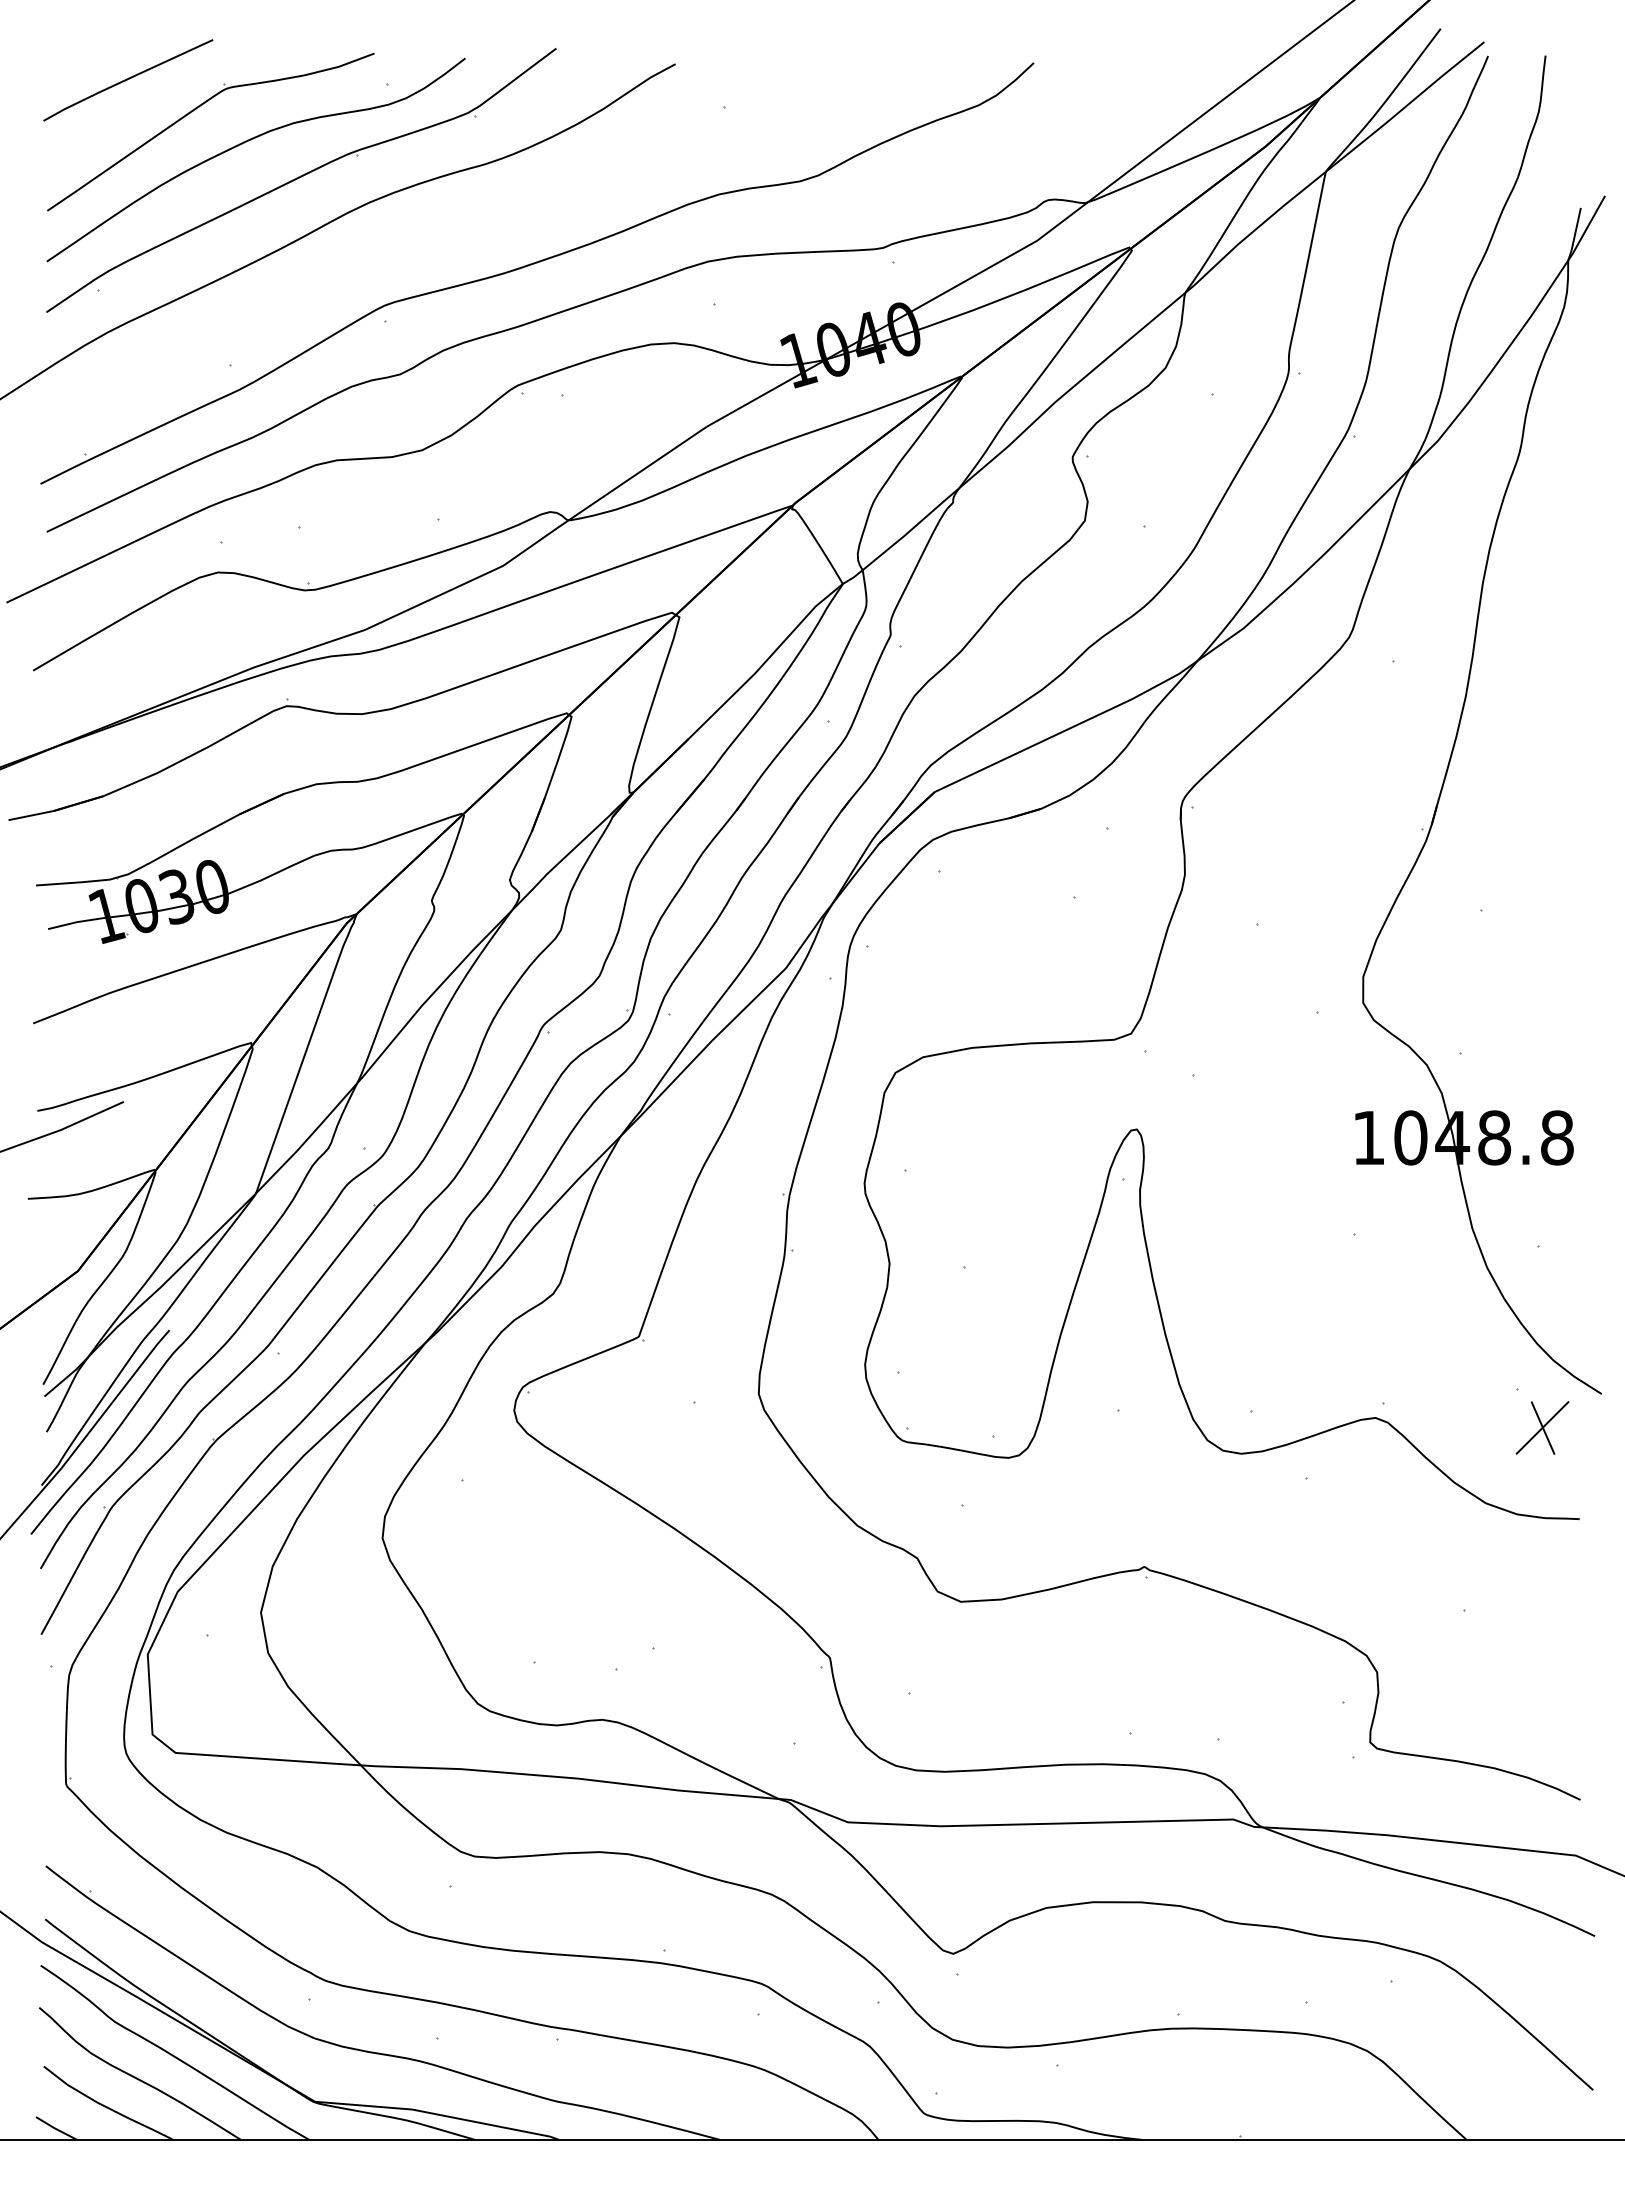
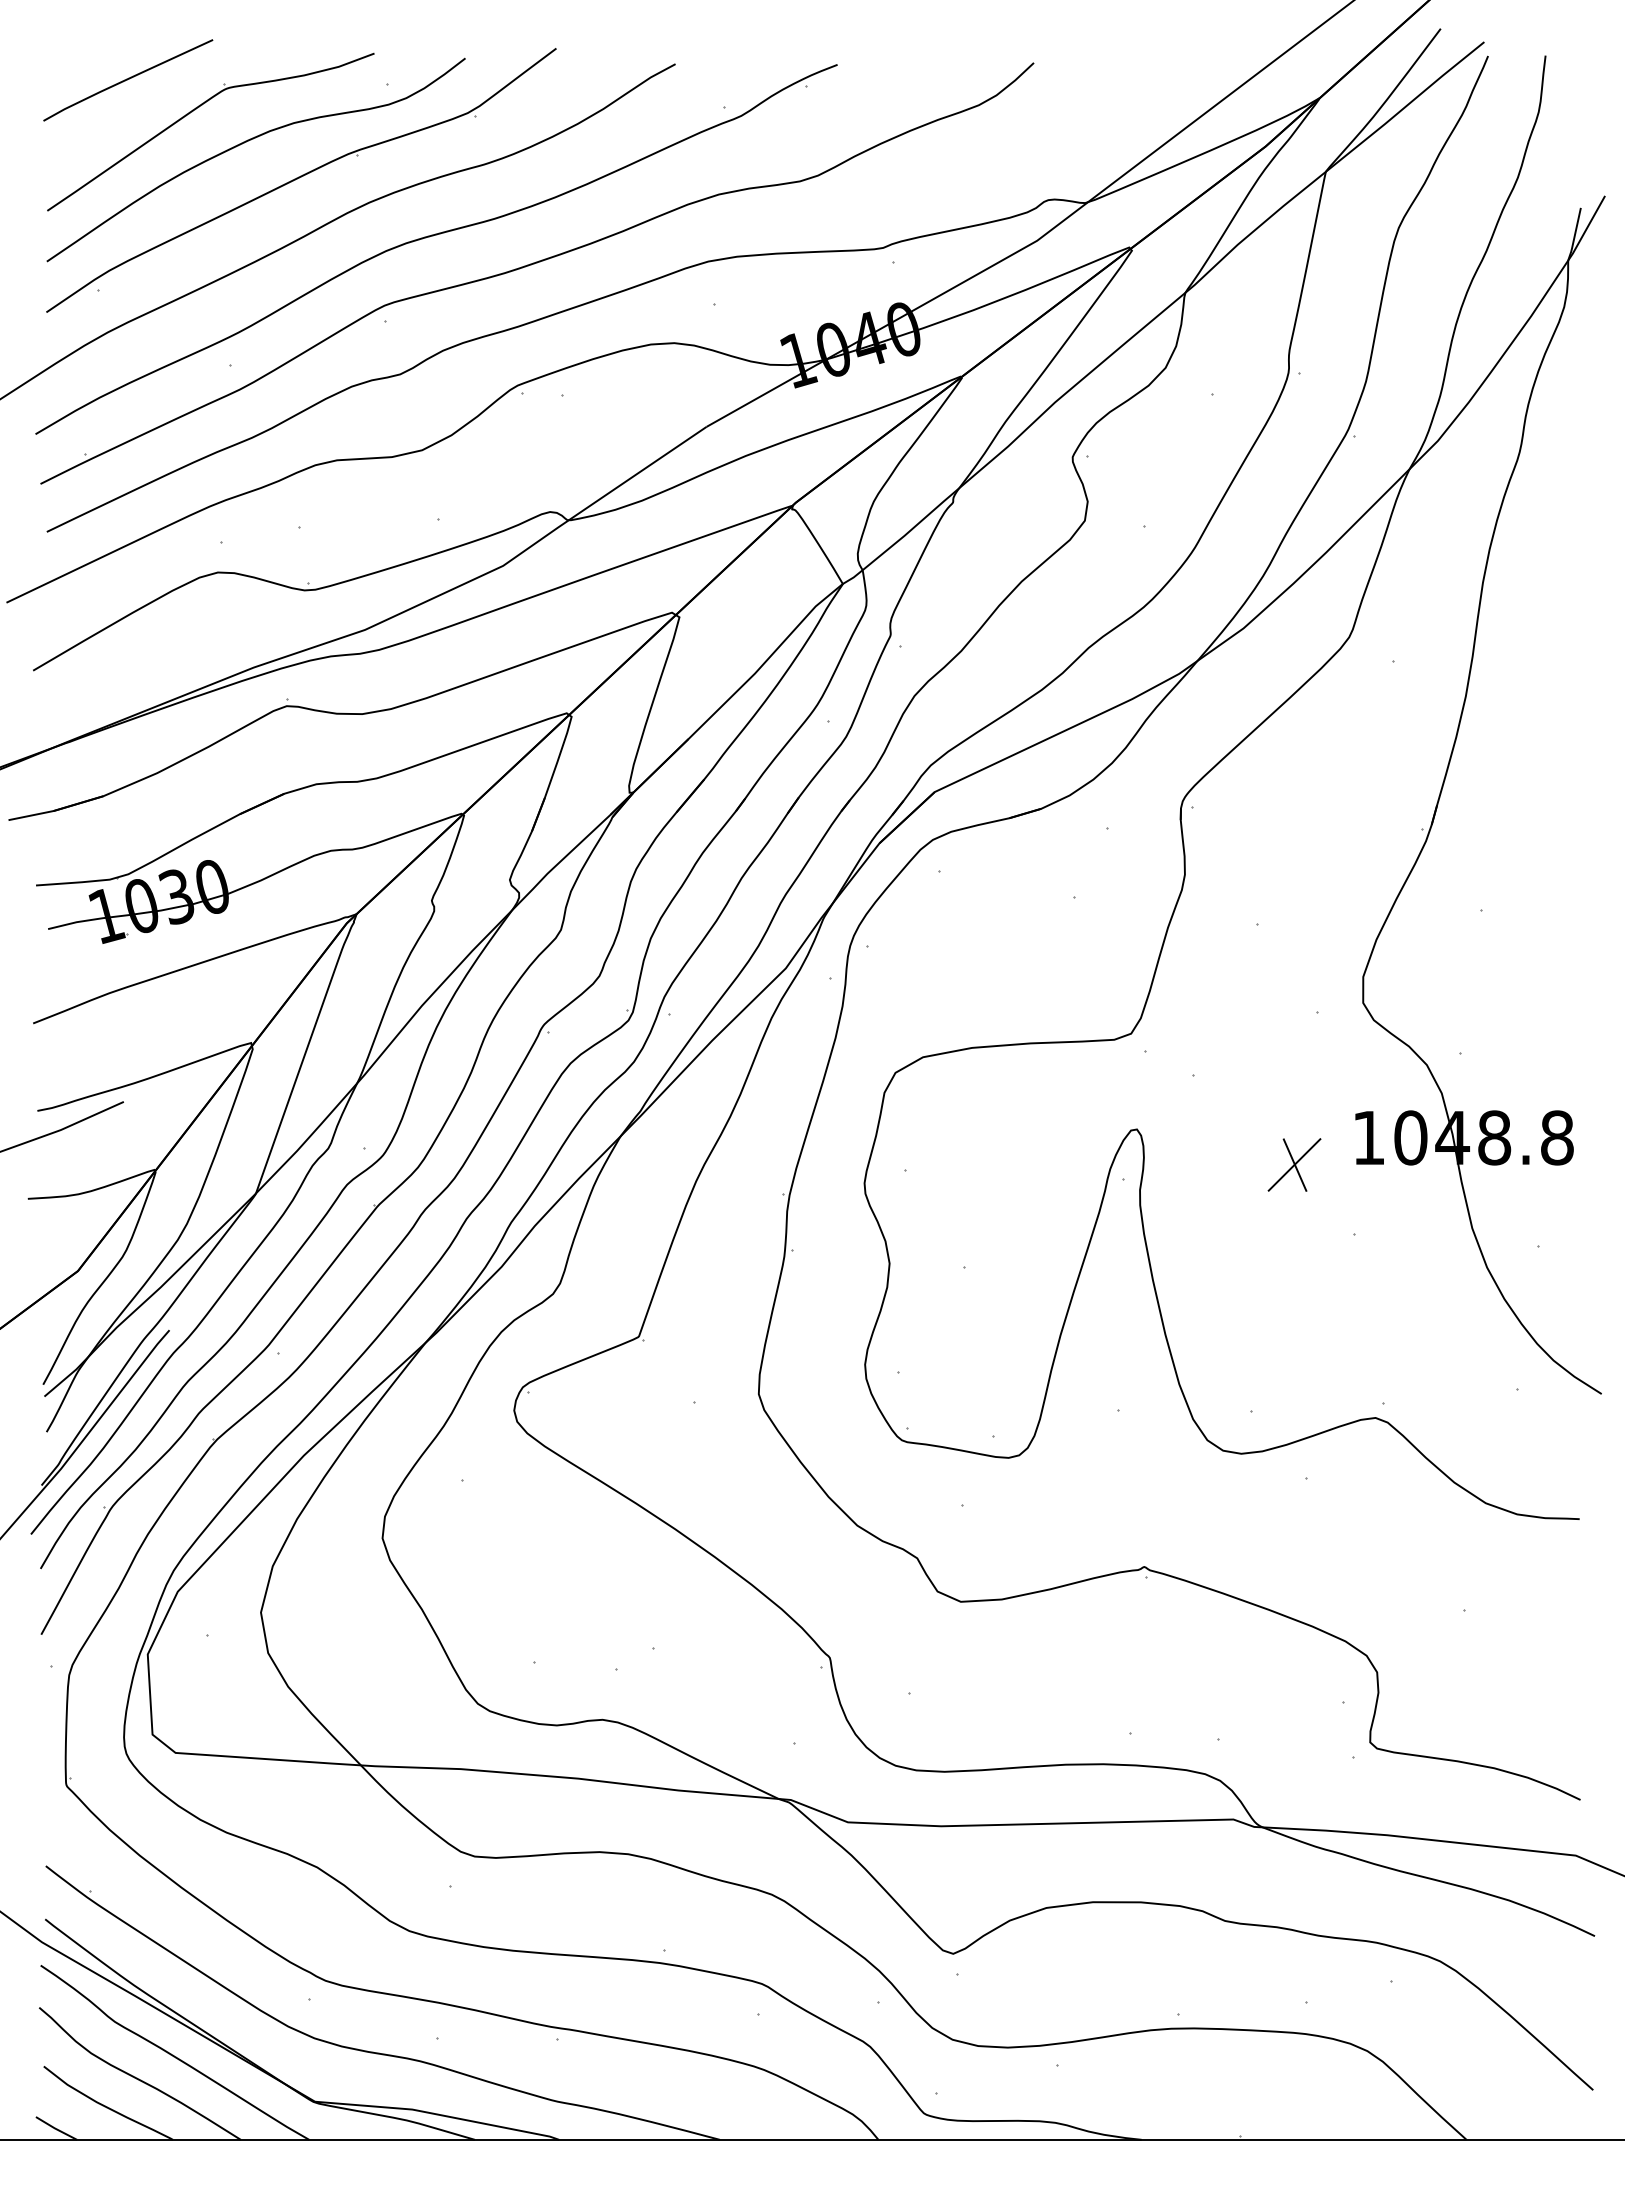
part at (433, 236): none -> present
part at (1542, 1427) position: (1542, 1427) -> (1294, 1164)
